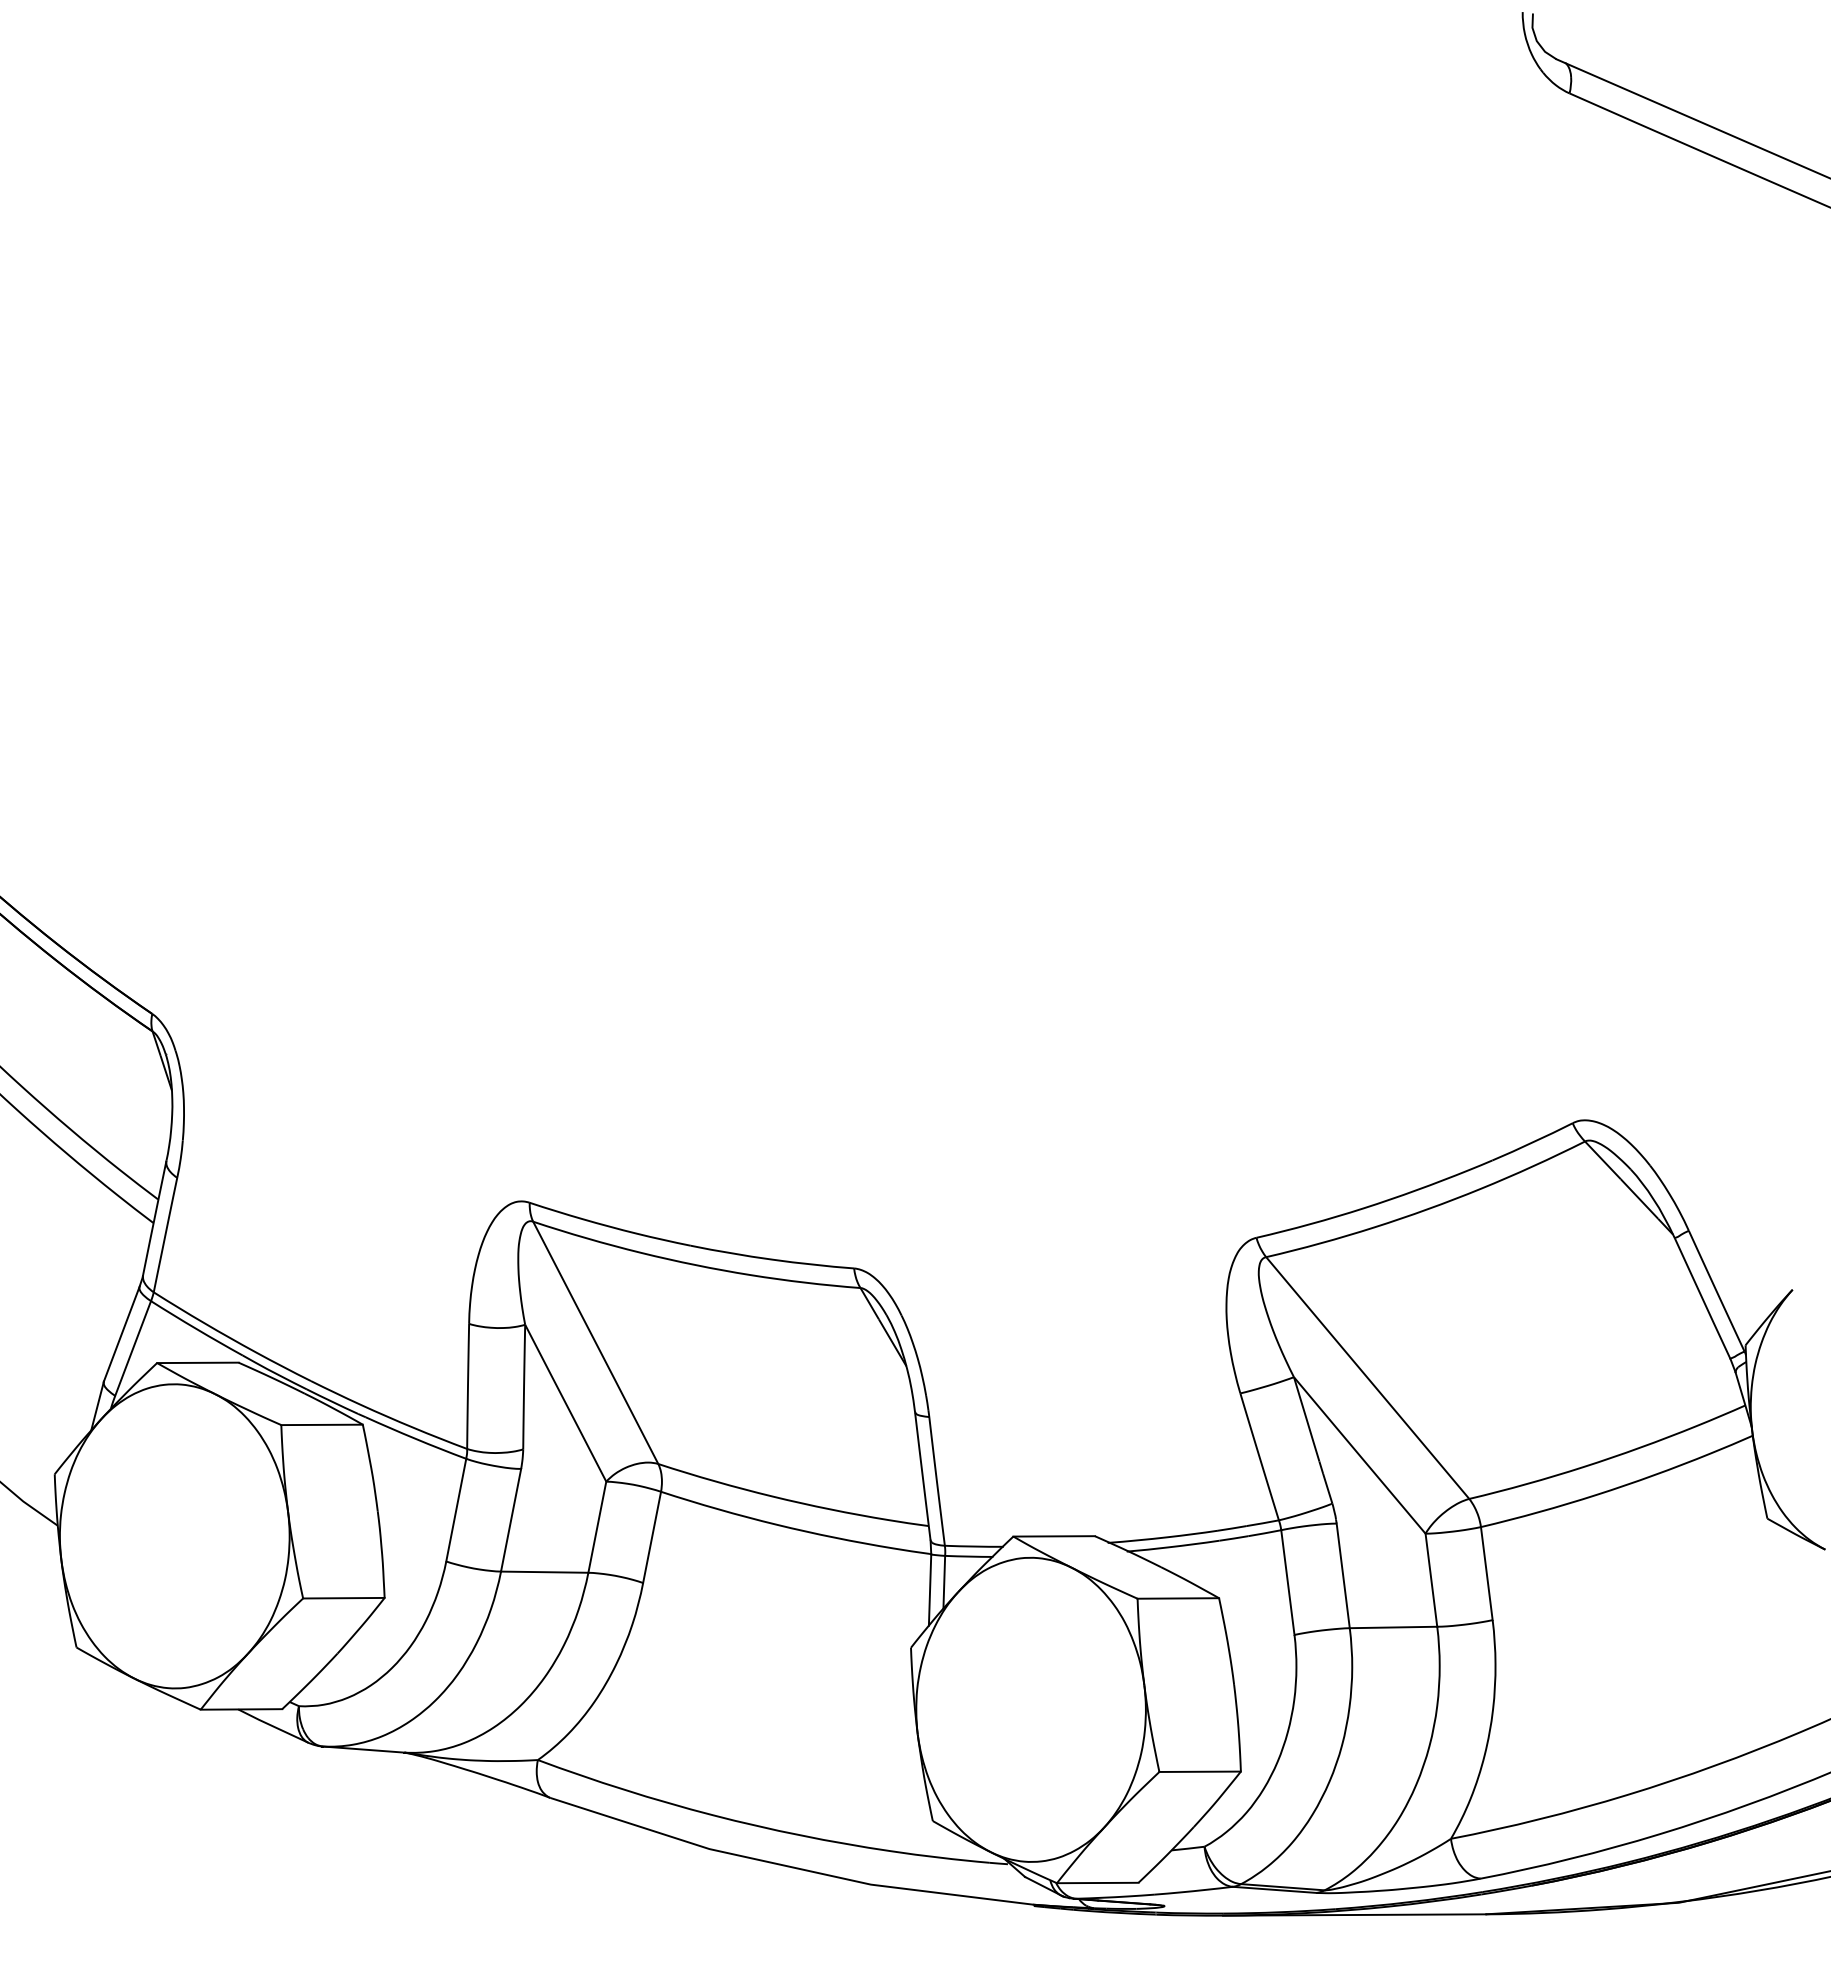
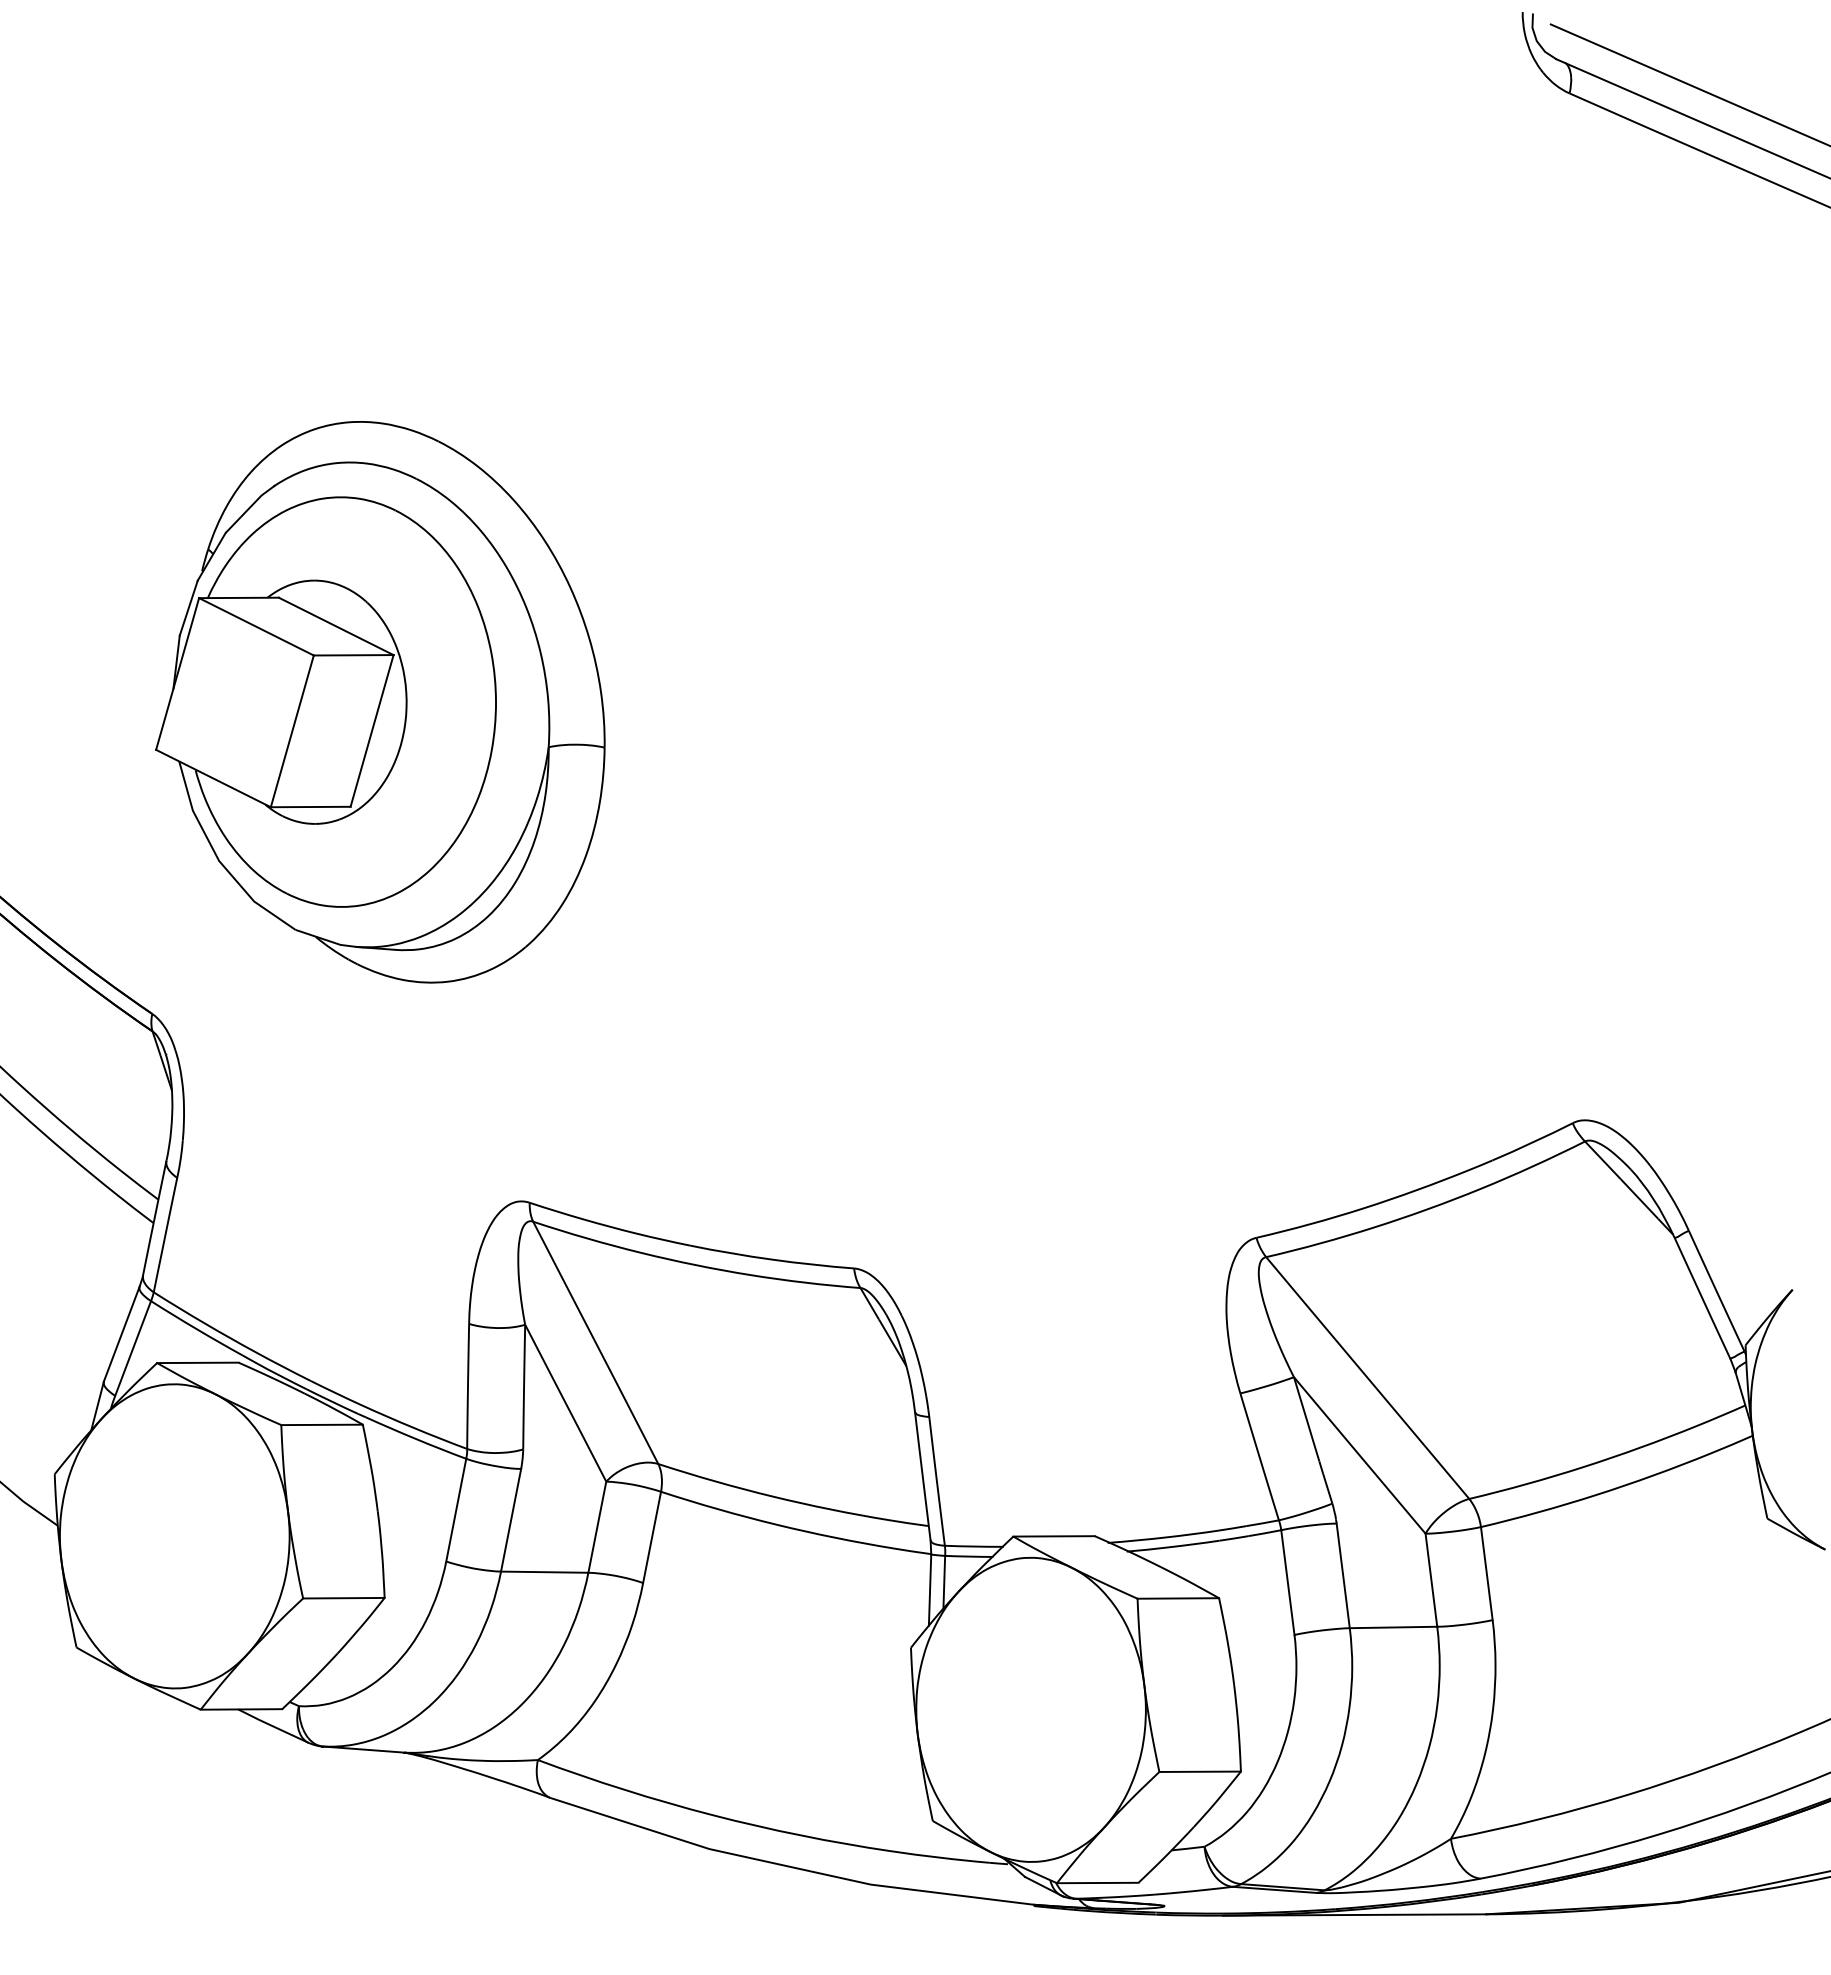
line at (1688, 84): none -> present
part at (380, 702): none -> present
